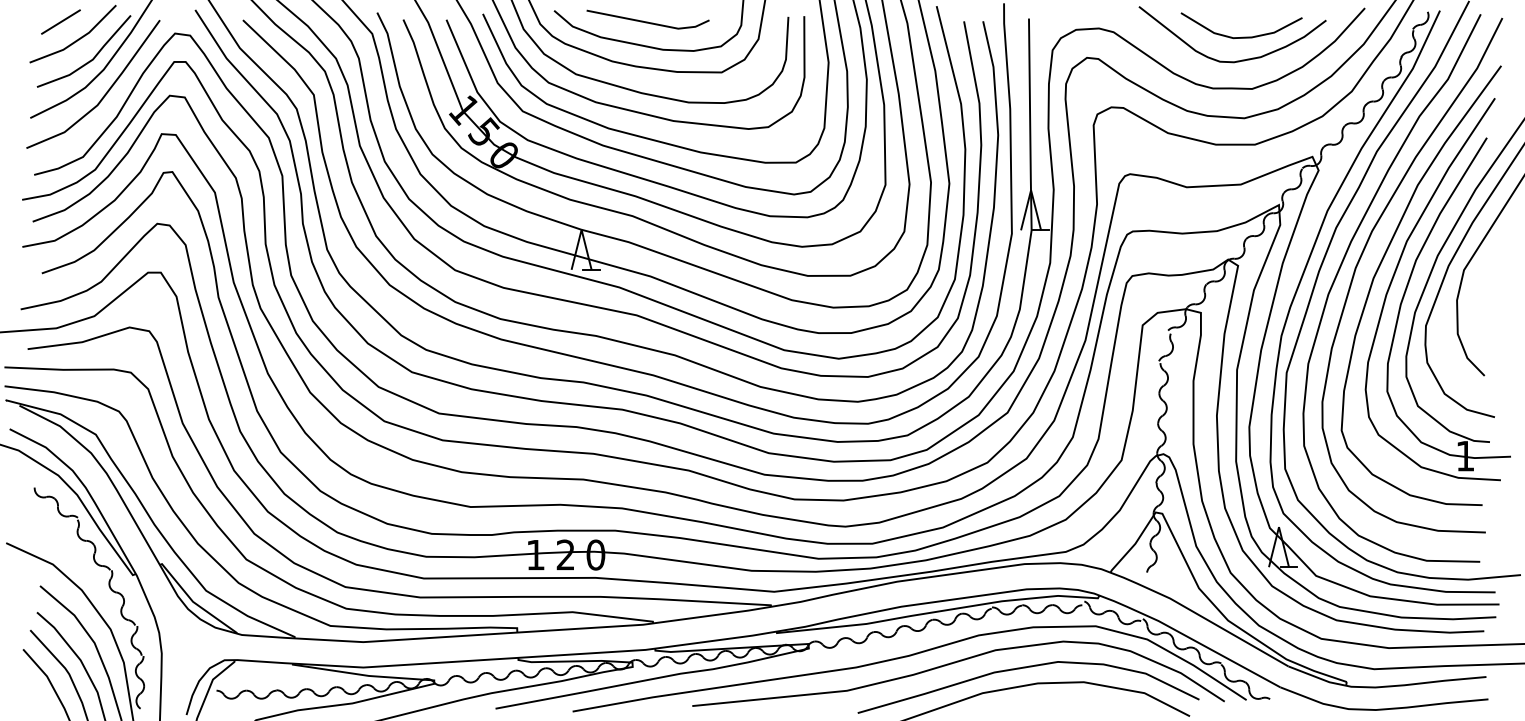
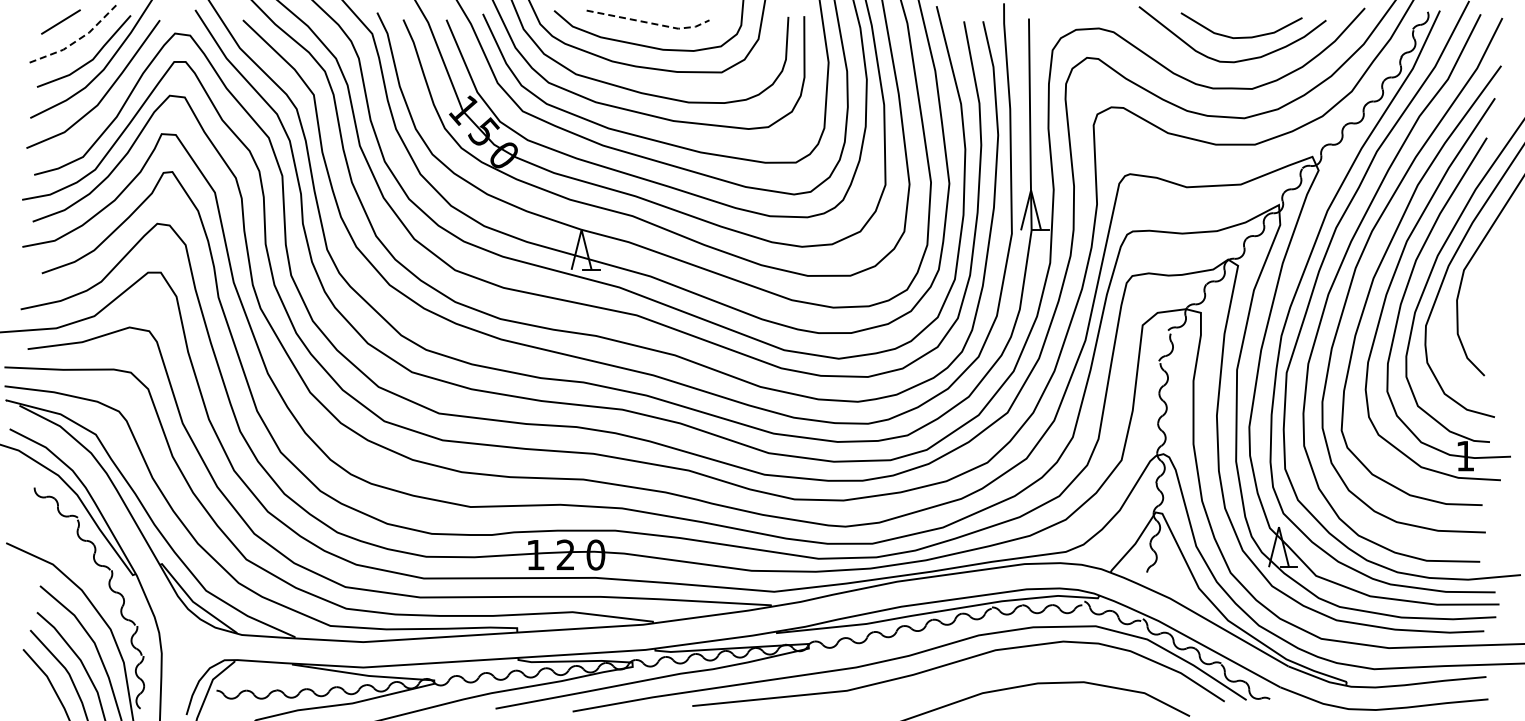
line at (650, 23): solid -> dashed
line at (77, 40): solid -> dashed
curve at (1026, 668): present -> none
